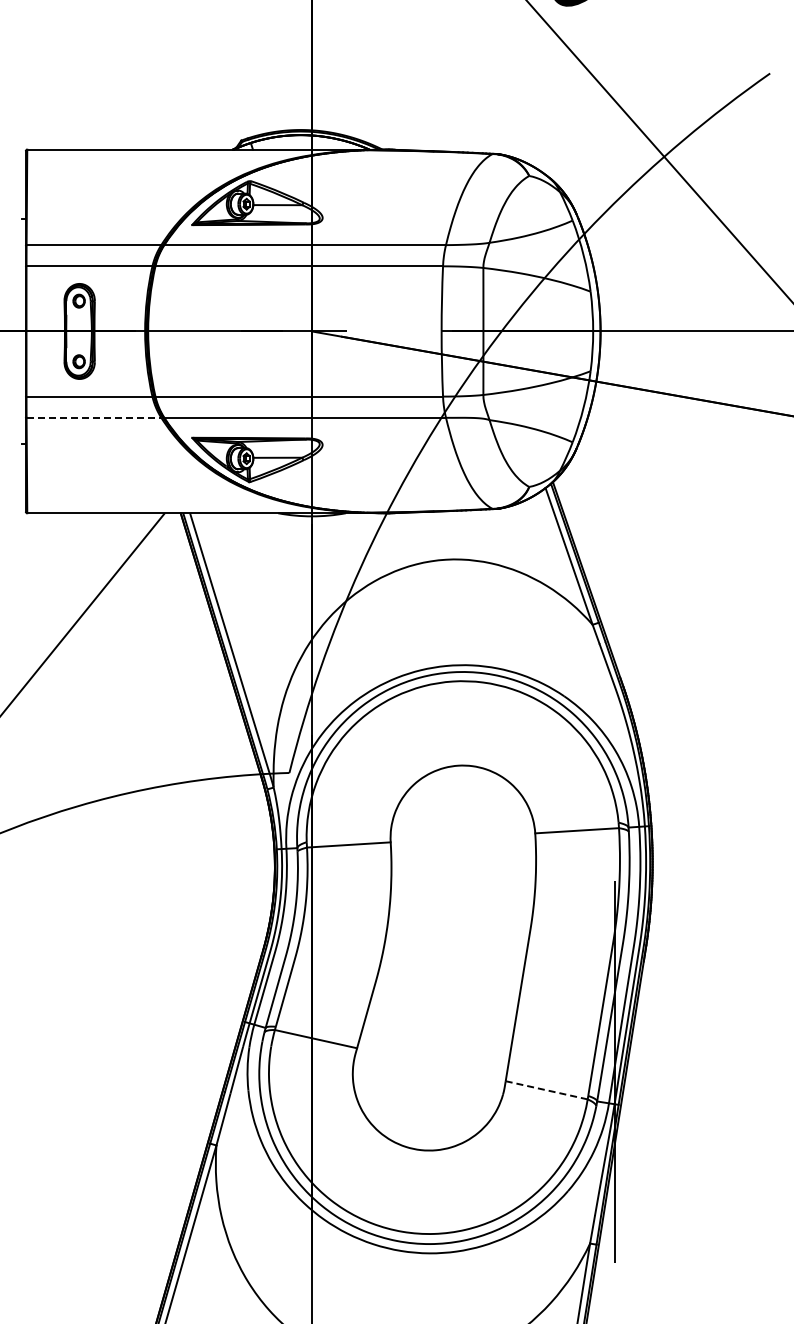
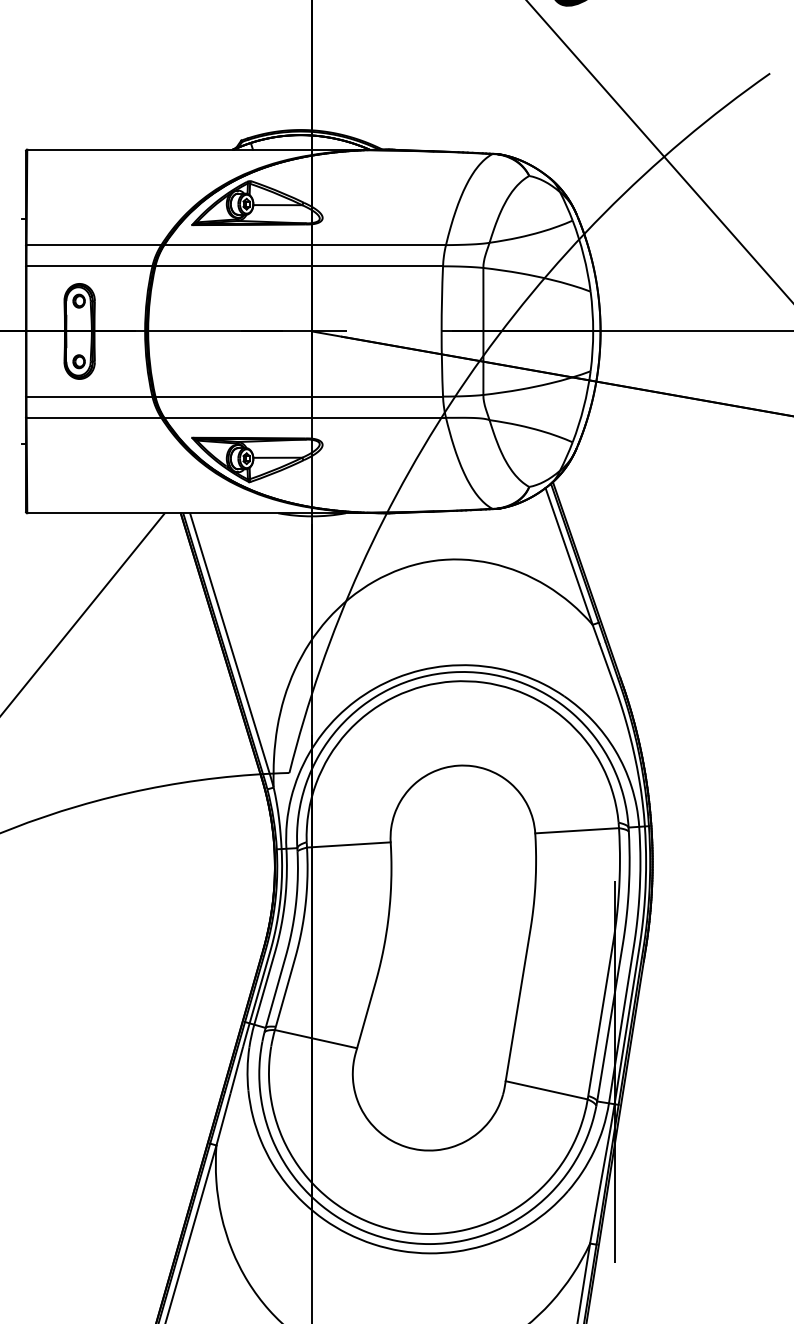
line at (94, 417): dashed -> solid
line at (546, 1090): dashed -> solid
